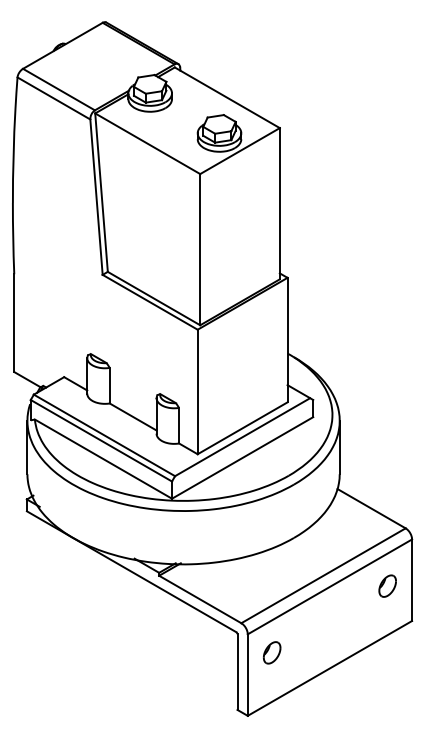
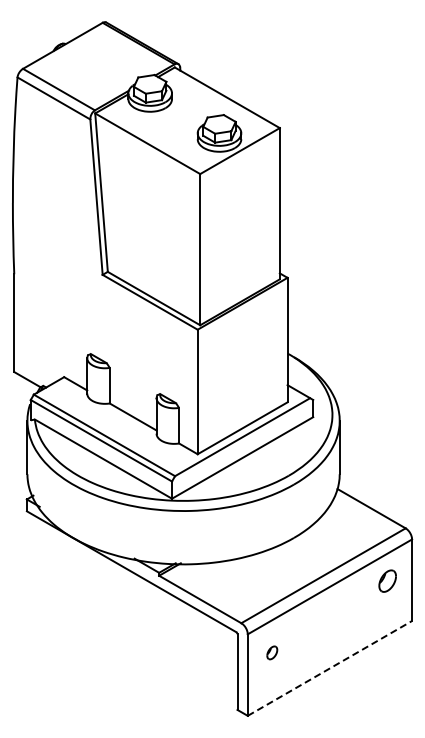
part at (387, 585) position: (387, 585) -> (387, 580)
part at (272, 652) size: 19x24 px -> 13x16 px
line at (329, 668): solid -> dashed
